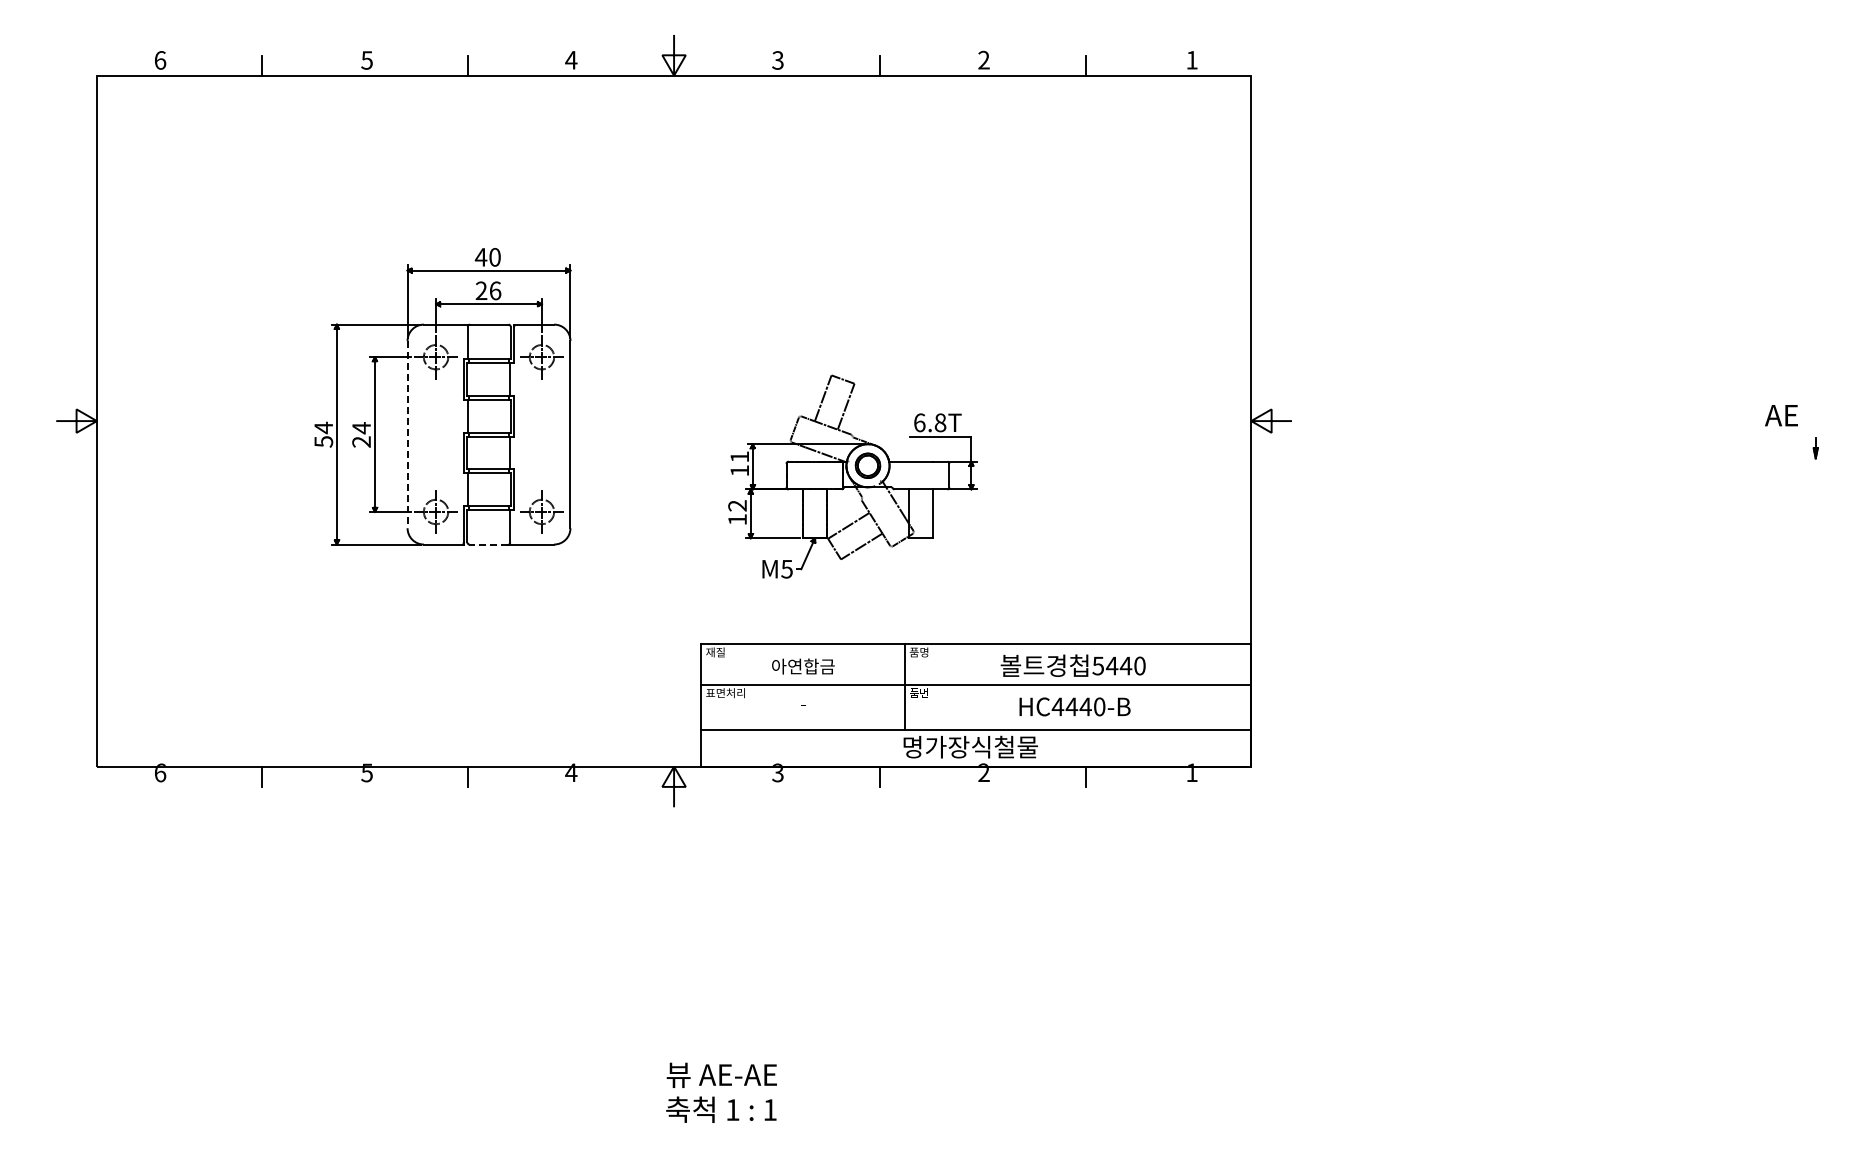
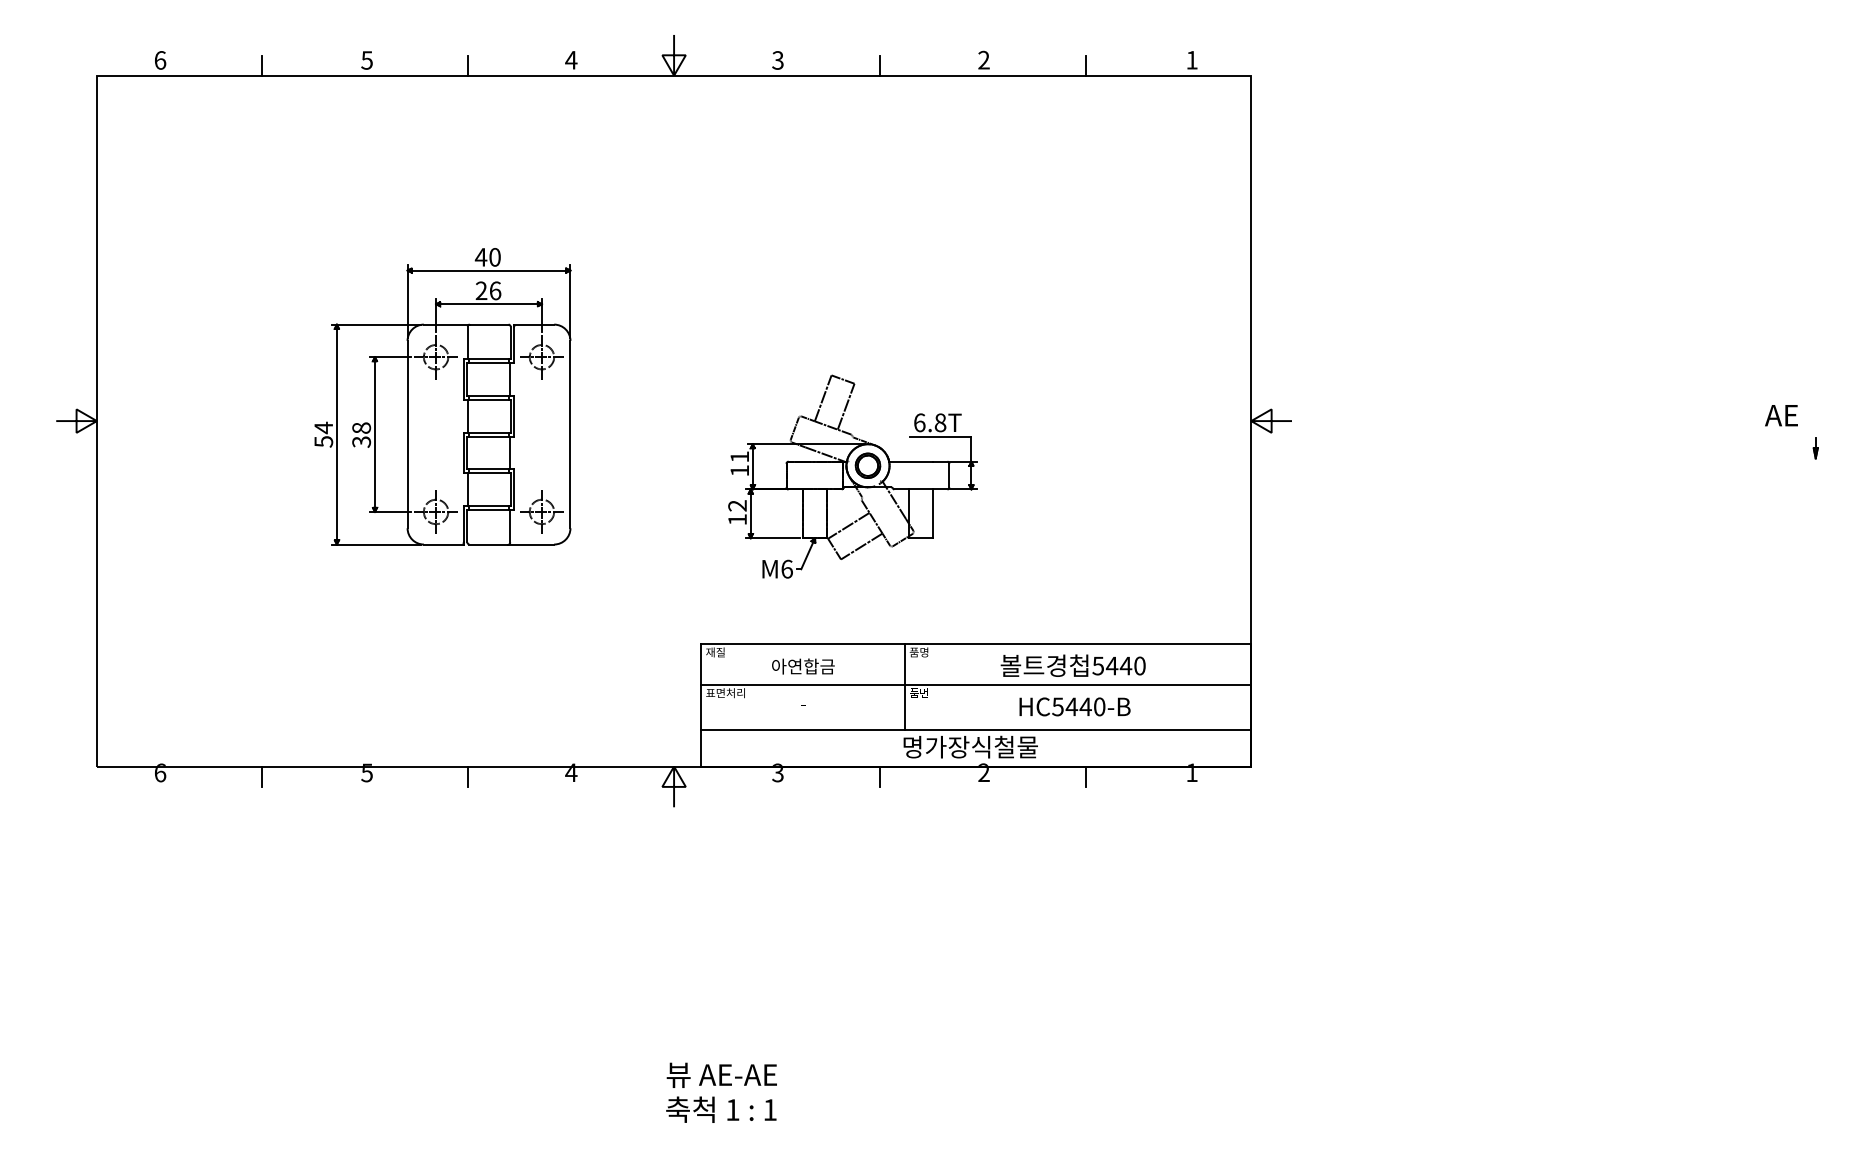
text at (361, 434): 24 -> 38
line at (407, 434): dashed -> solid
line at (488, 544): dashed -> solid
text at (786, 568): M5 -> M6
text at (1057, 706): HC4440-B -> HC5440-B
